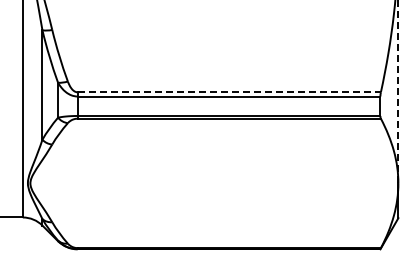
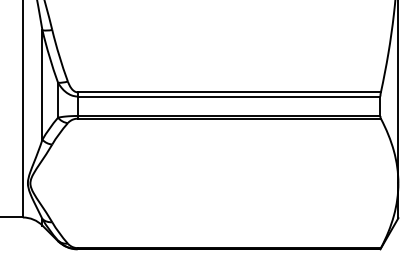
line at (398, 91): dashed -> solid
line at (229, 92): dashed -> solid
